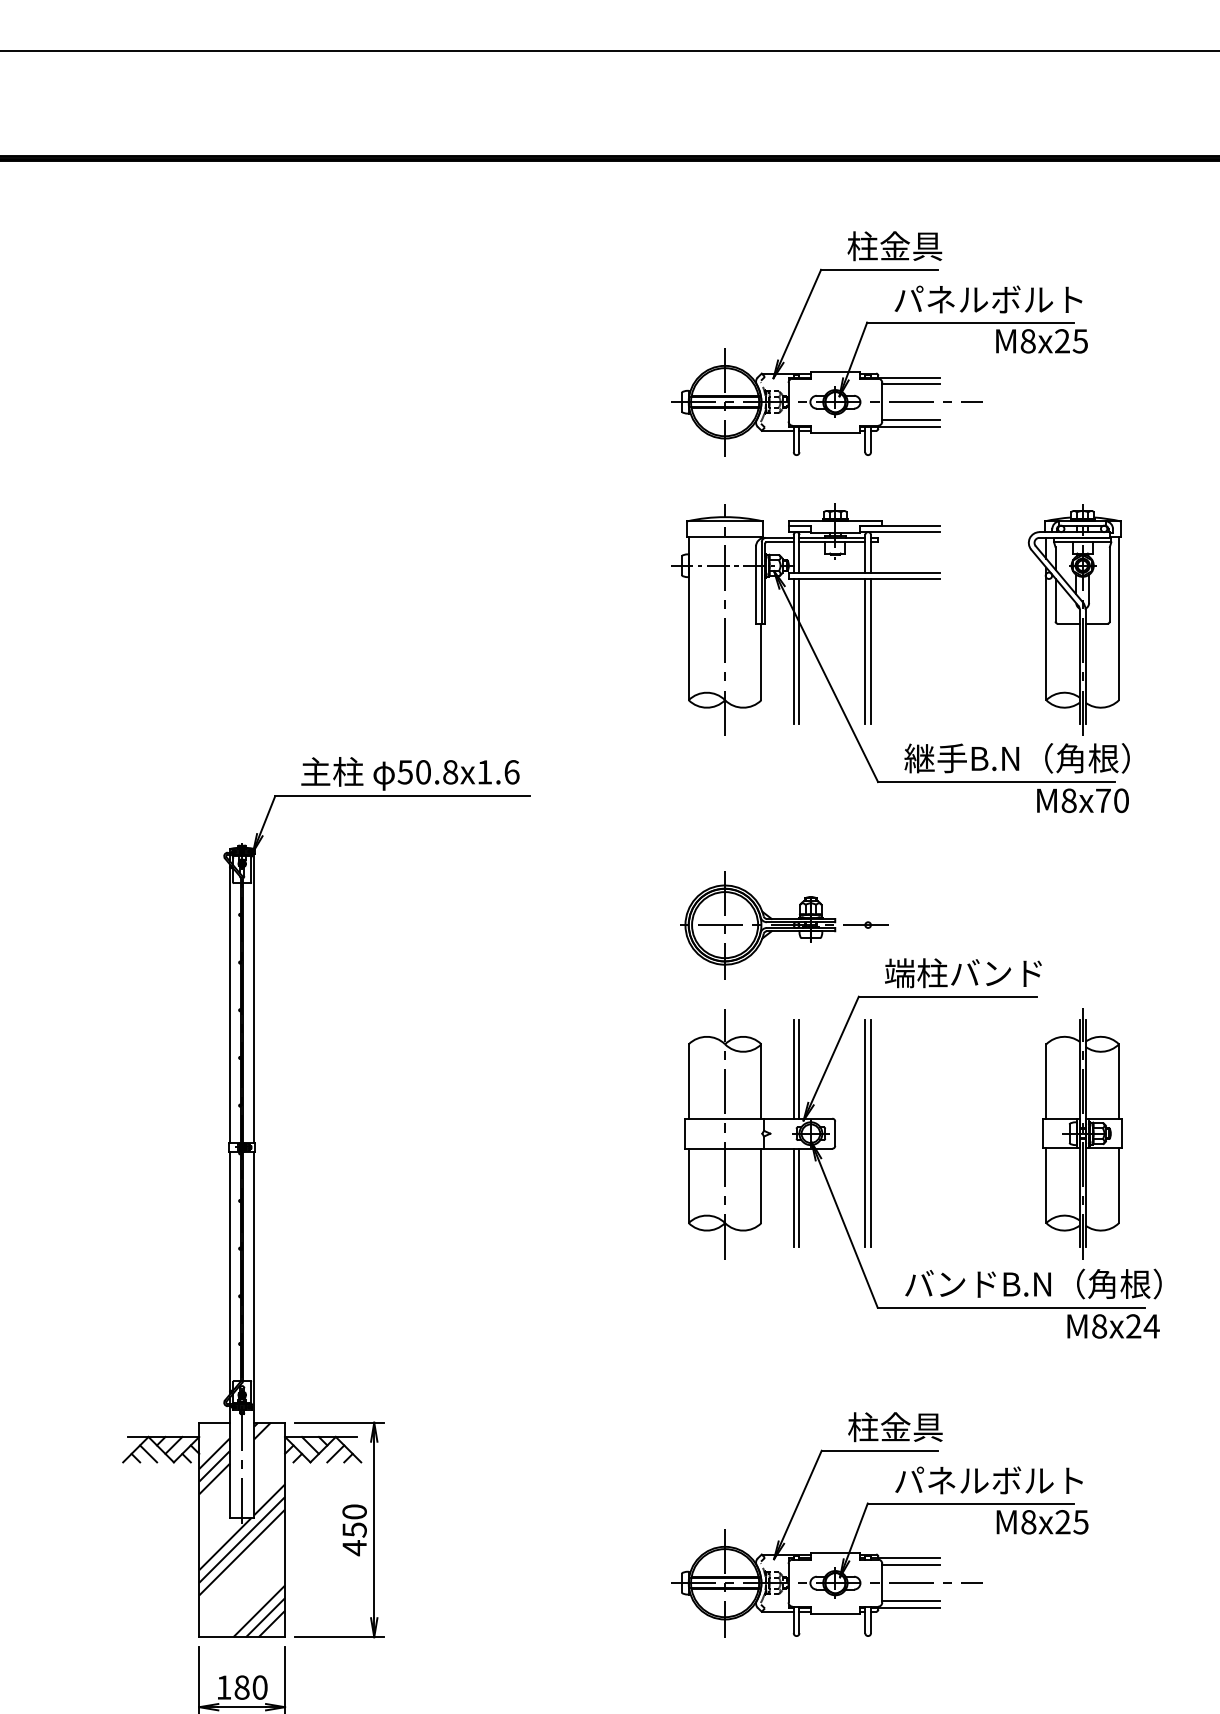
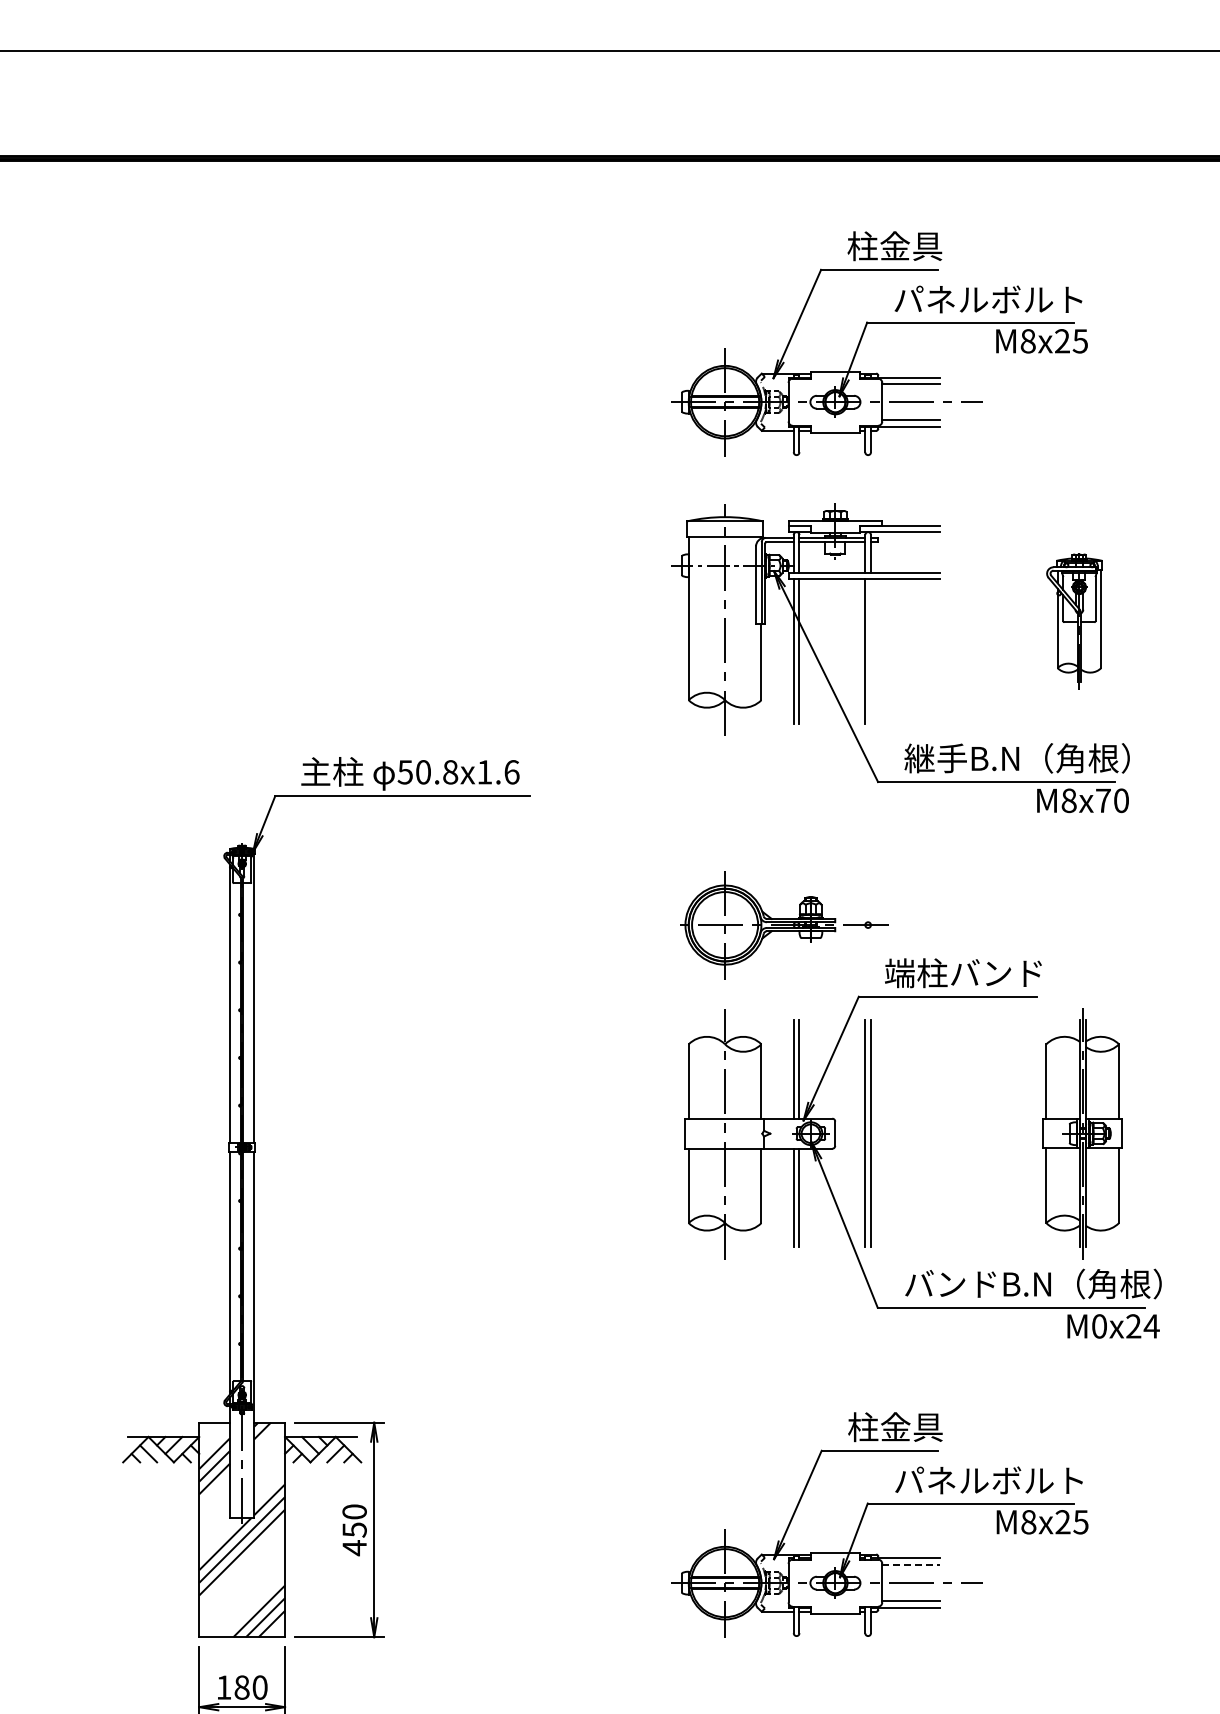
part at (1074, 619) size: 95x232 px -> 57x137 px
line at (870, 651): present -> none
text at (1099, 1326): M8x24 -> M0x24
line at (910, 1564): solid -> dashed
